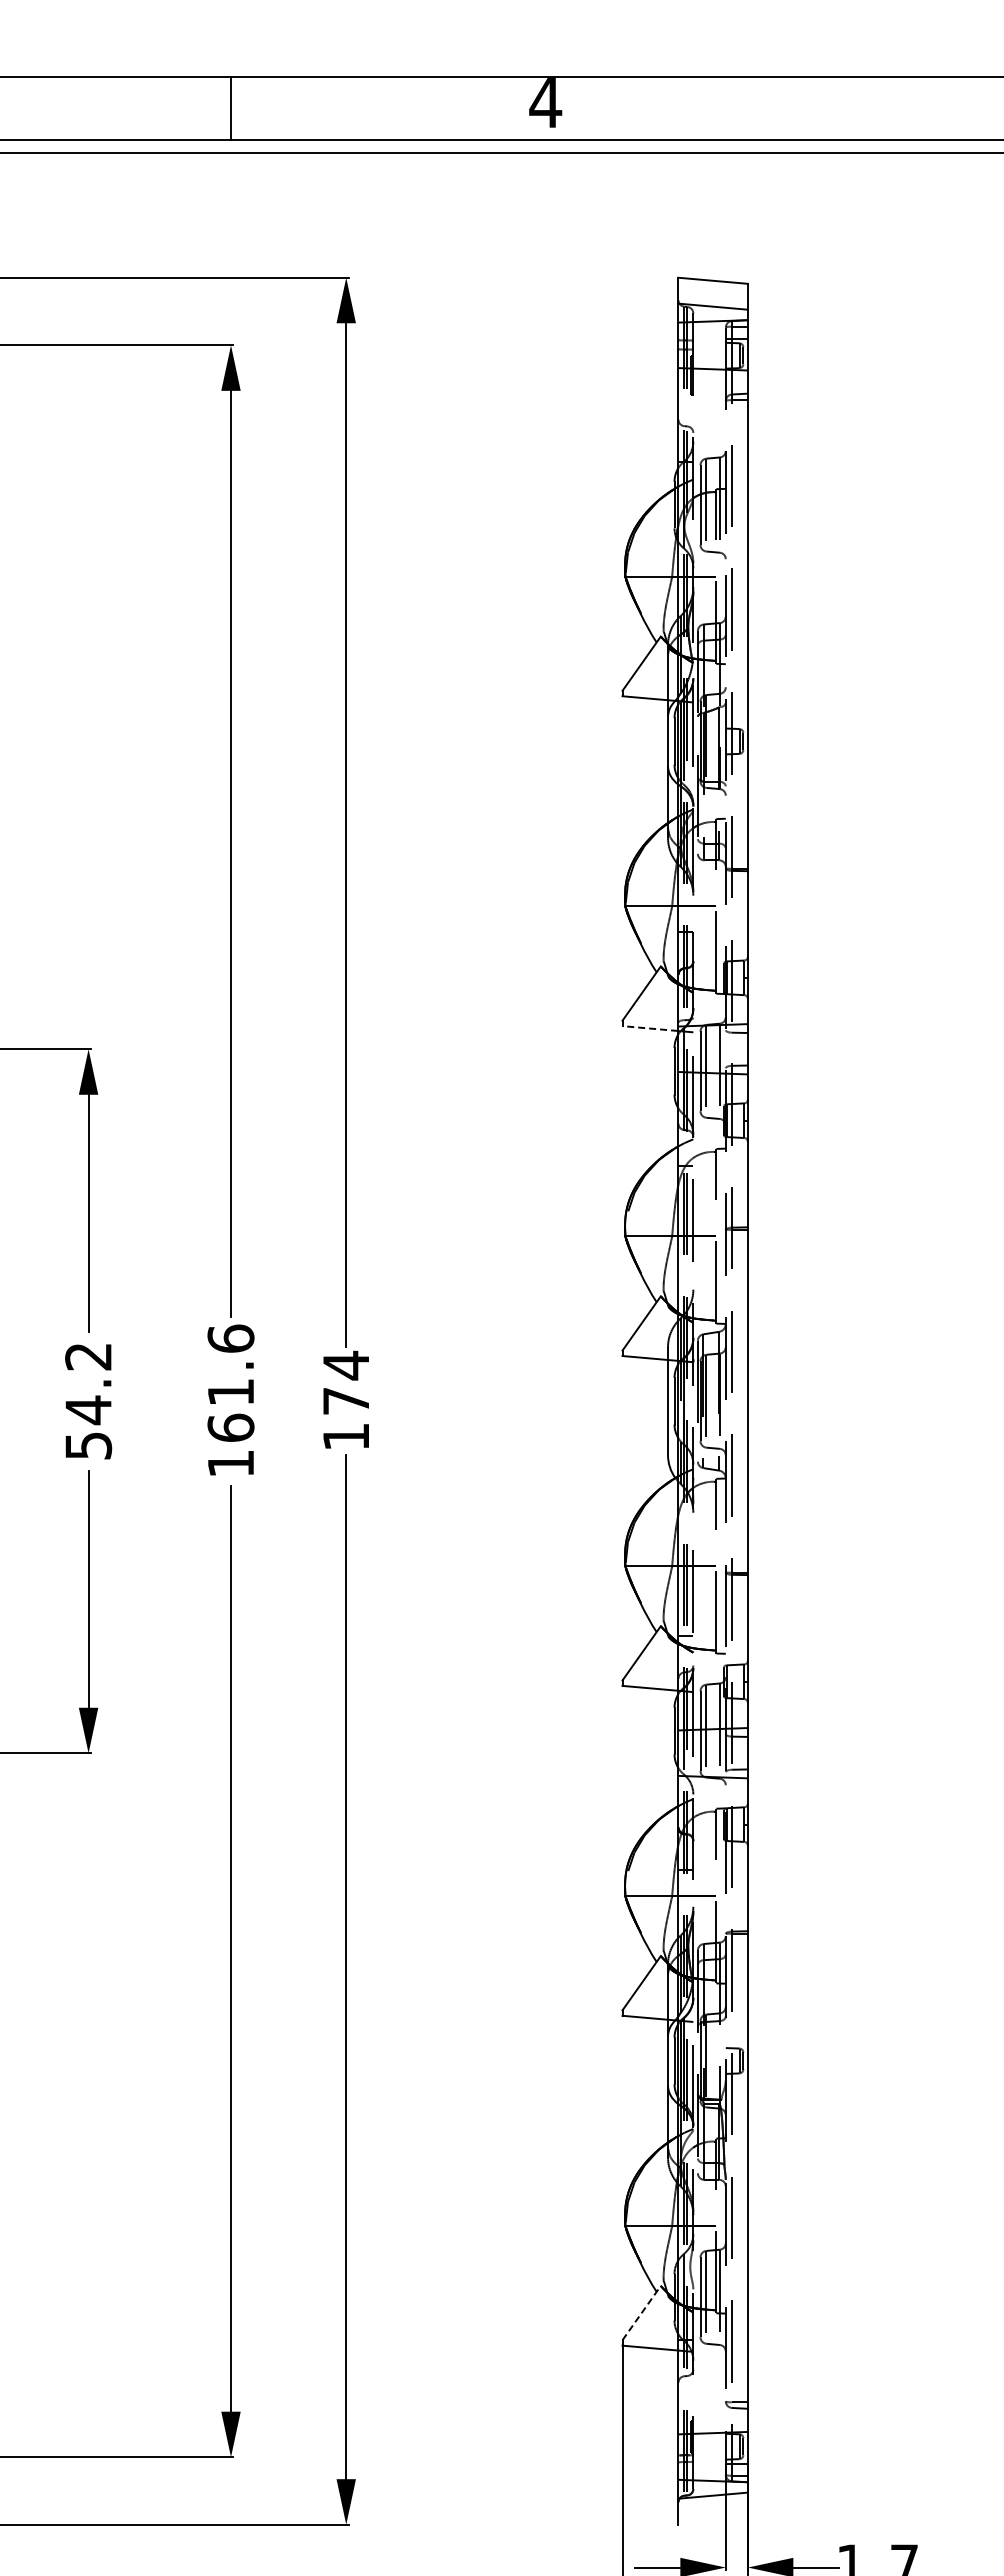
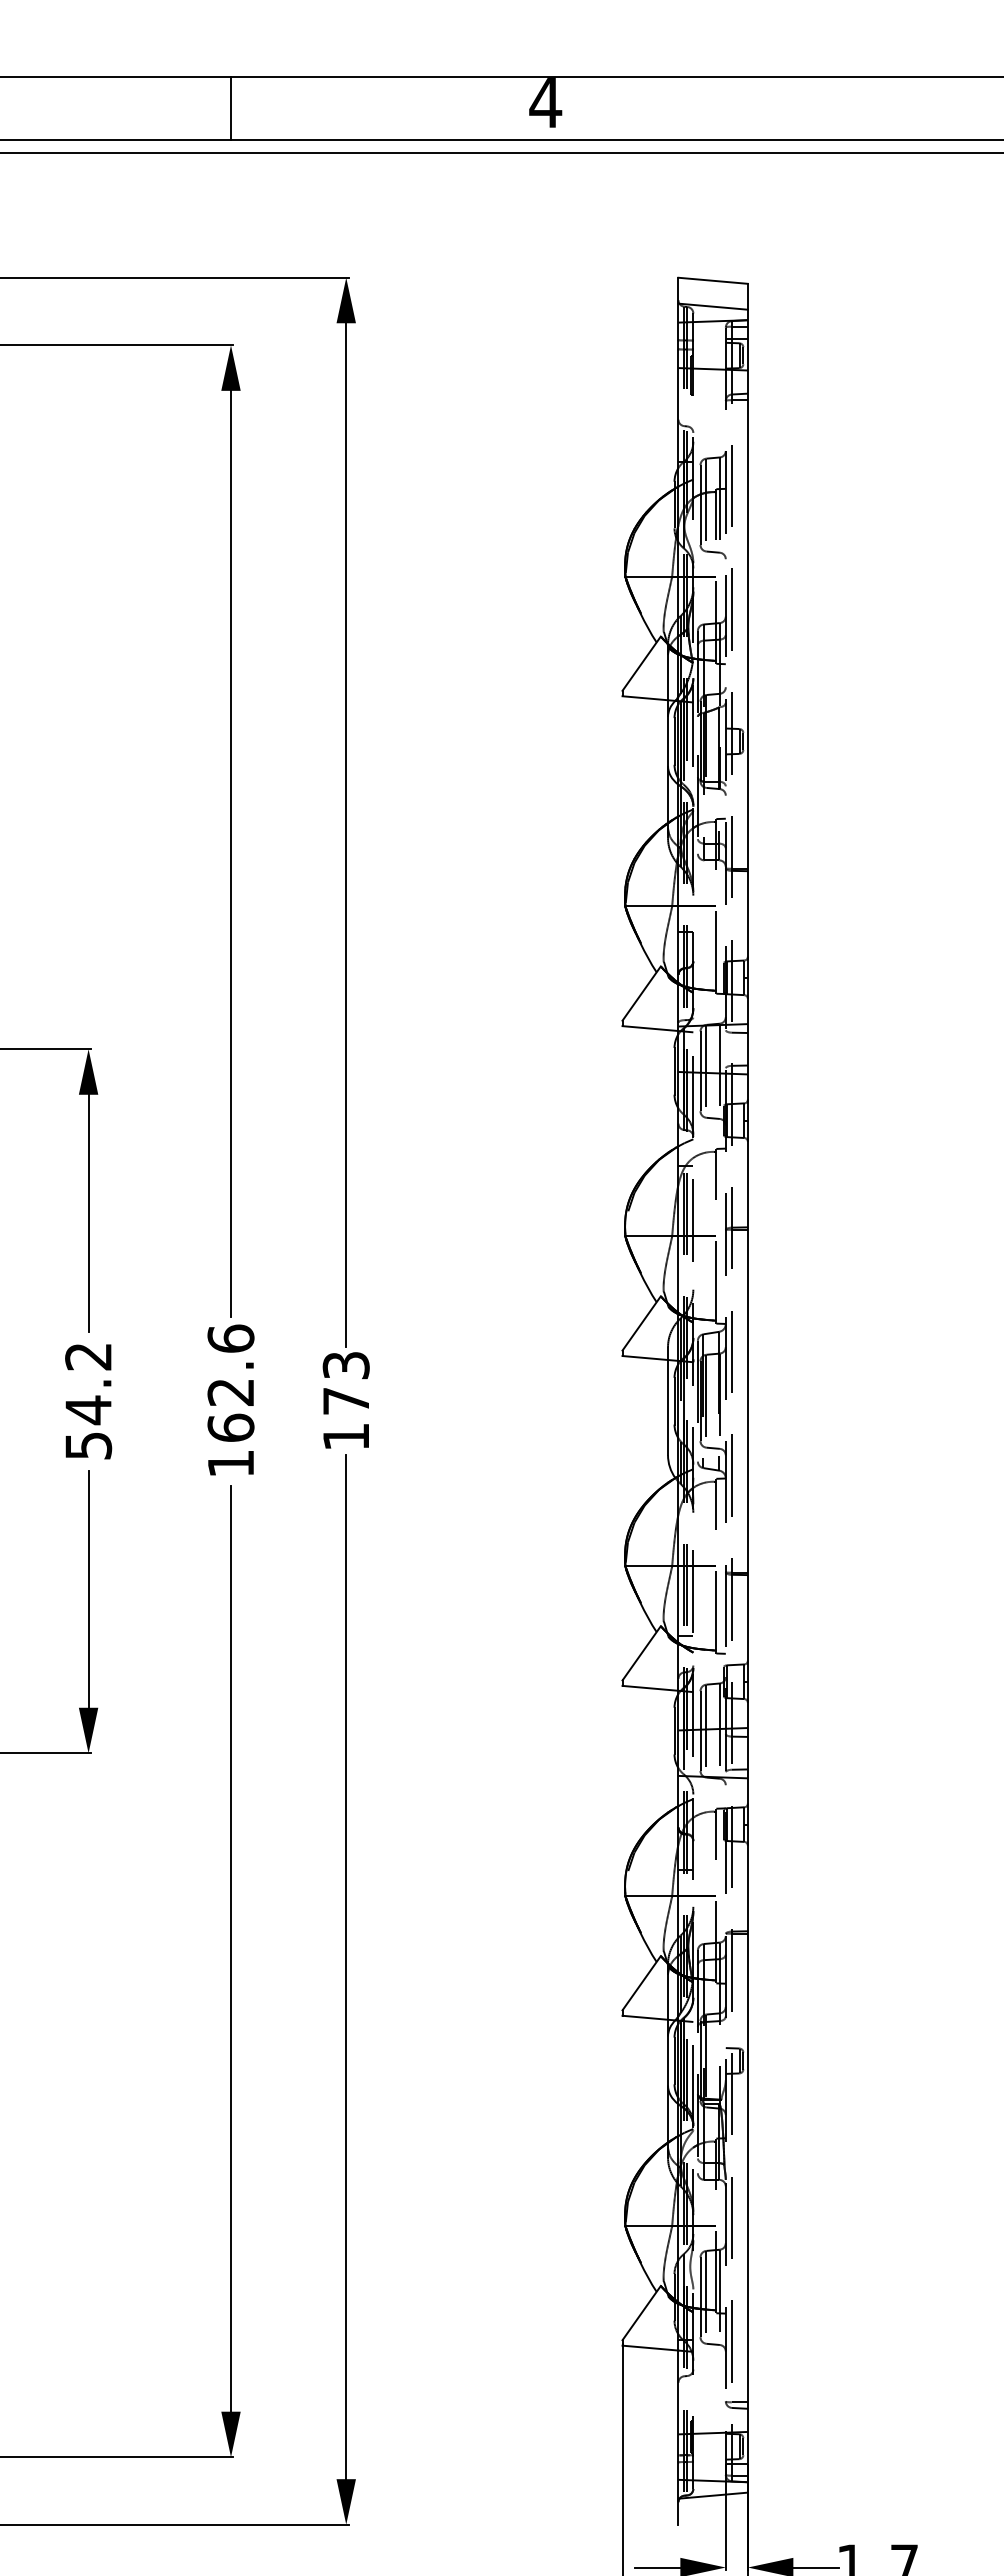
line at (650, 1028): dashed -> solid
text at (345, 1365): 174 -> 173
text at (230, 1392): 161.6 -> 162.6
line at (641, 2312): dashed -> solid
